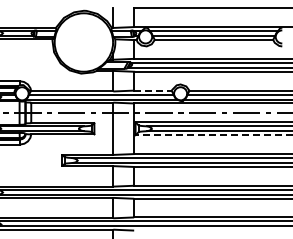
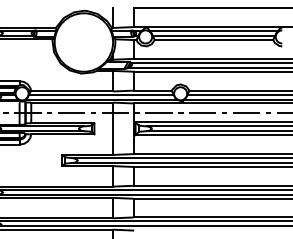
line at (153, 90): dashed -> solid
line at (213, 135): dashed -> solid
